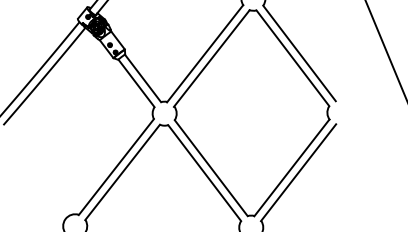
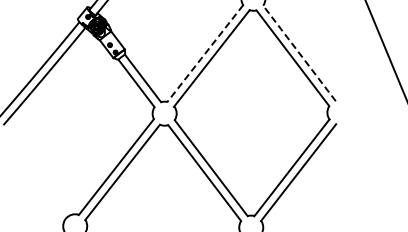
line at (205, 53): solid -> dashed
line at (299, 53): solid -> dashed
